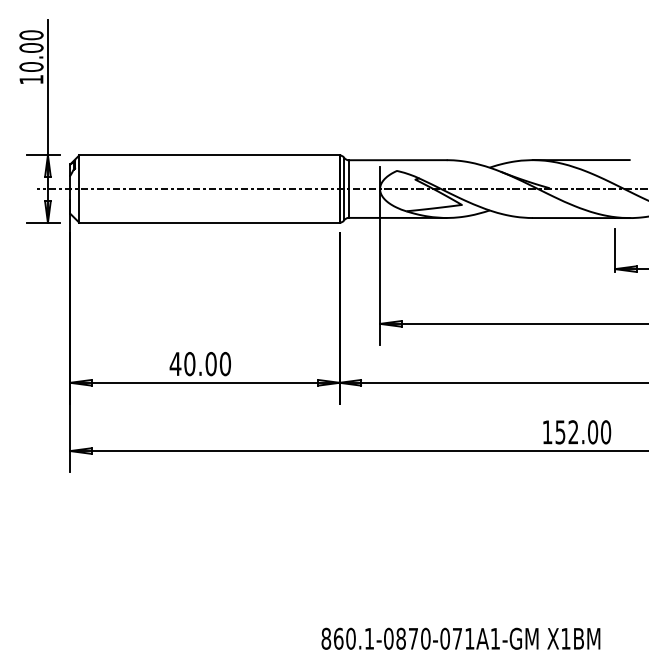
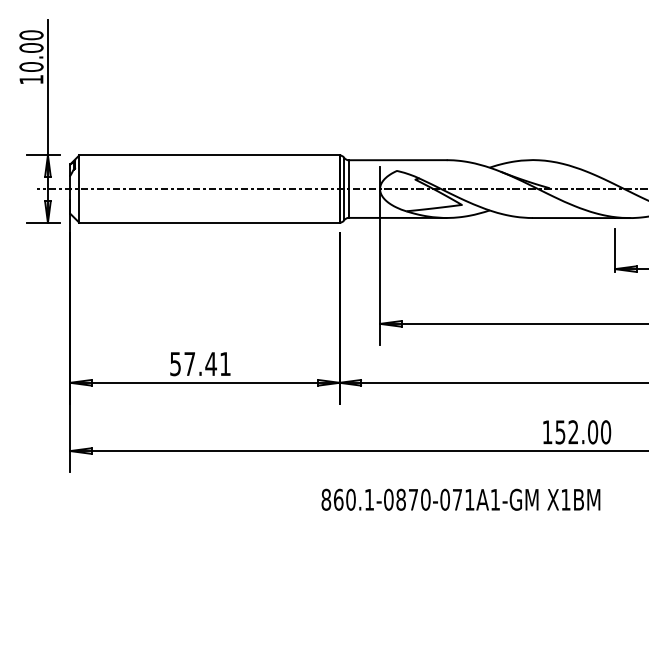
line at (580, 160): present -> none
text at (200, 364): 40.00 -> 57.41
text at (460, 638) position: (460, 638) -> (460, 499)
